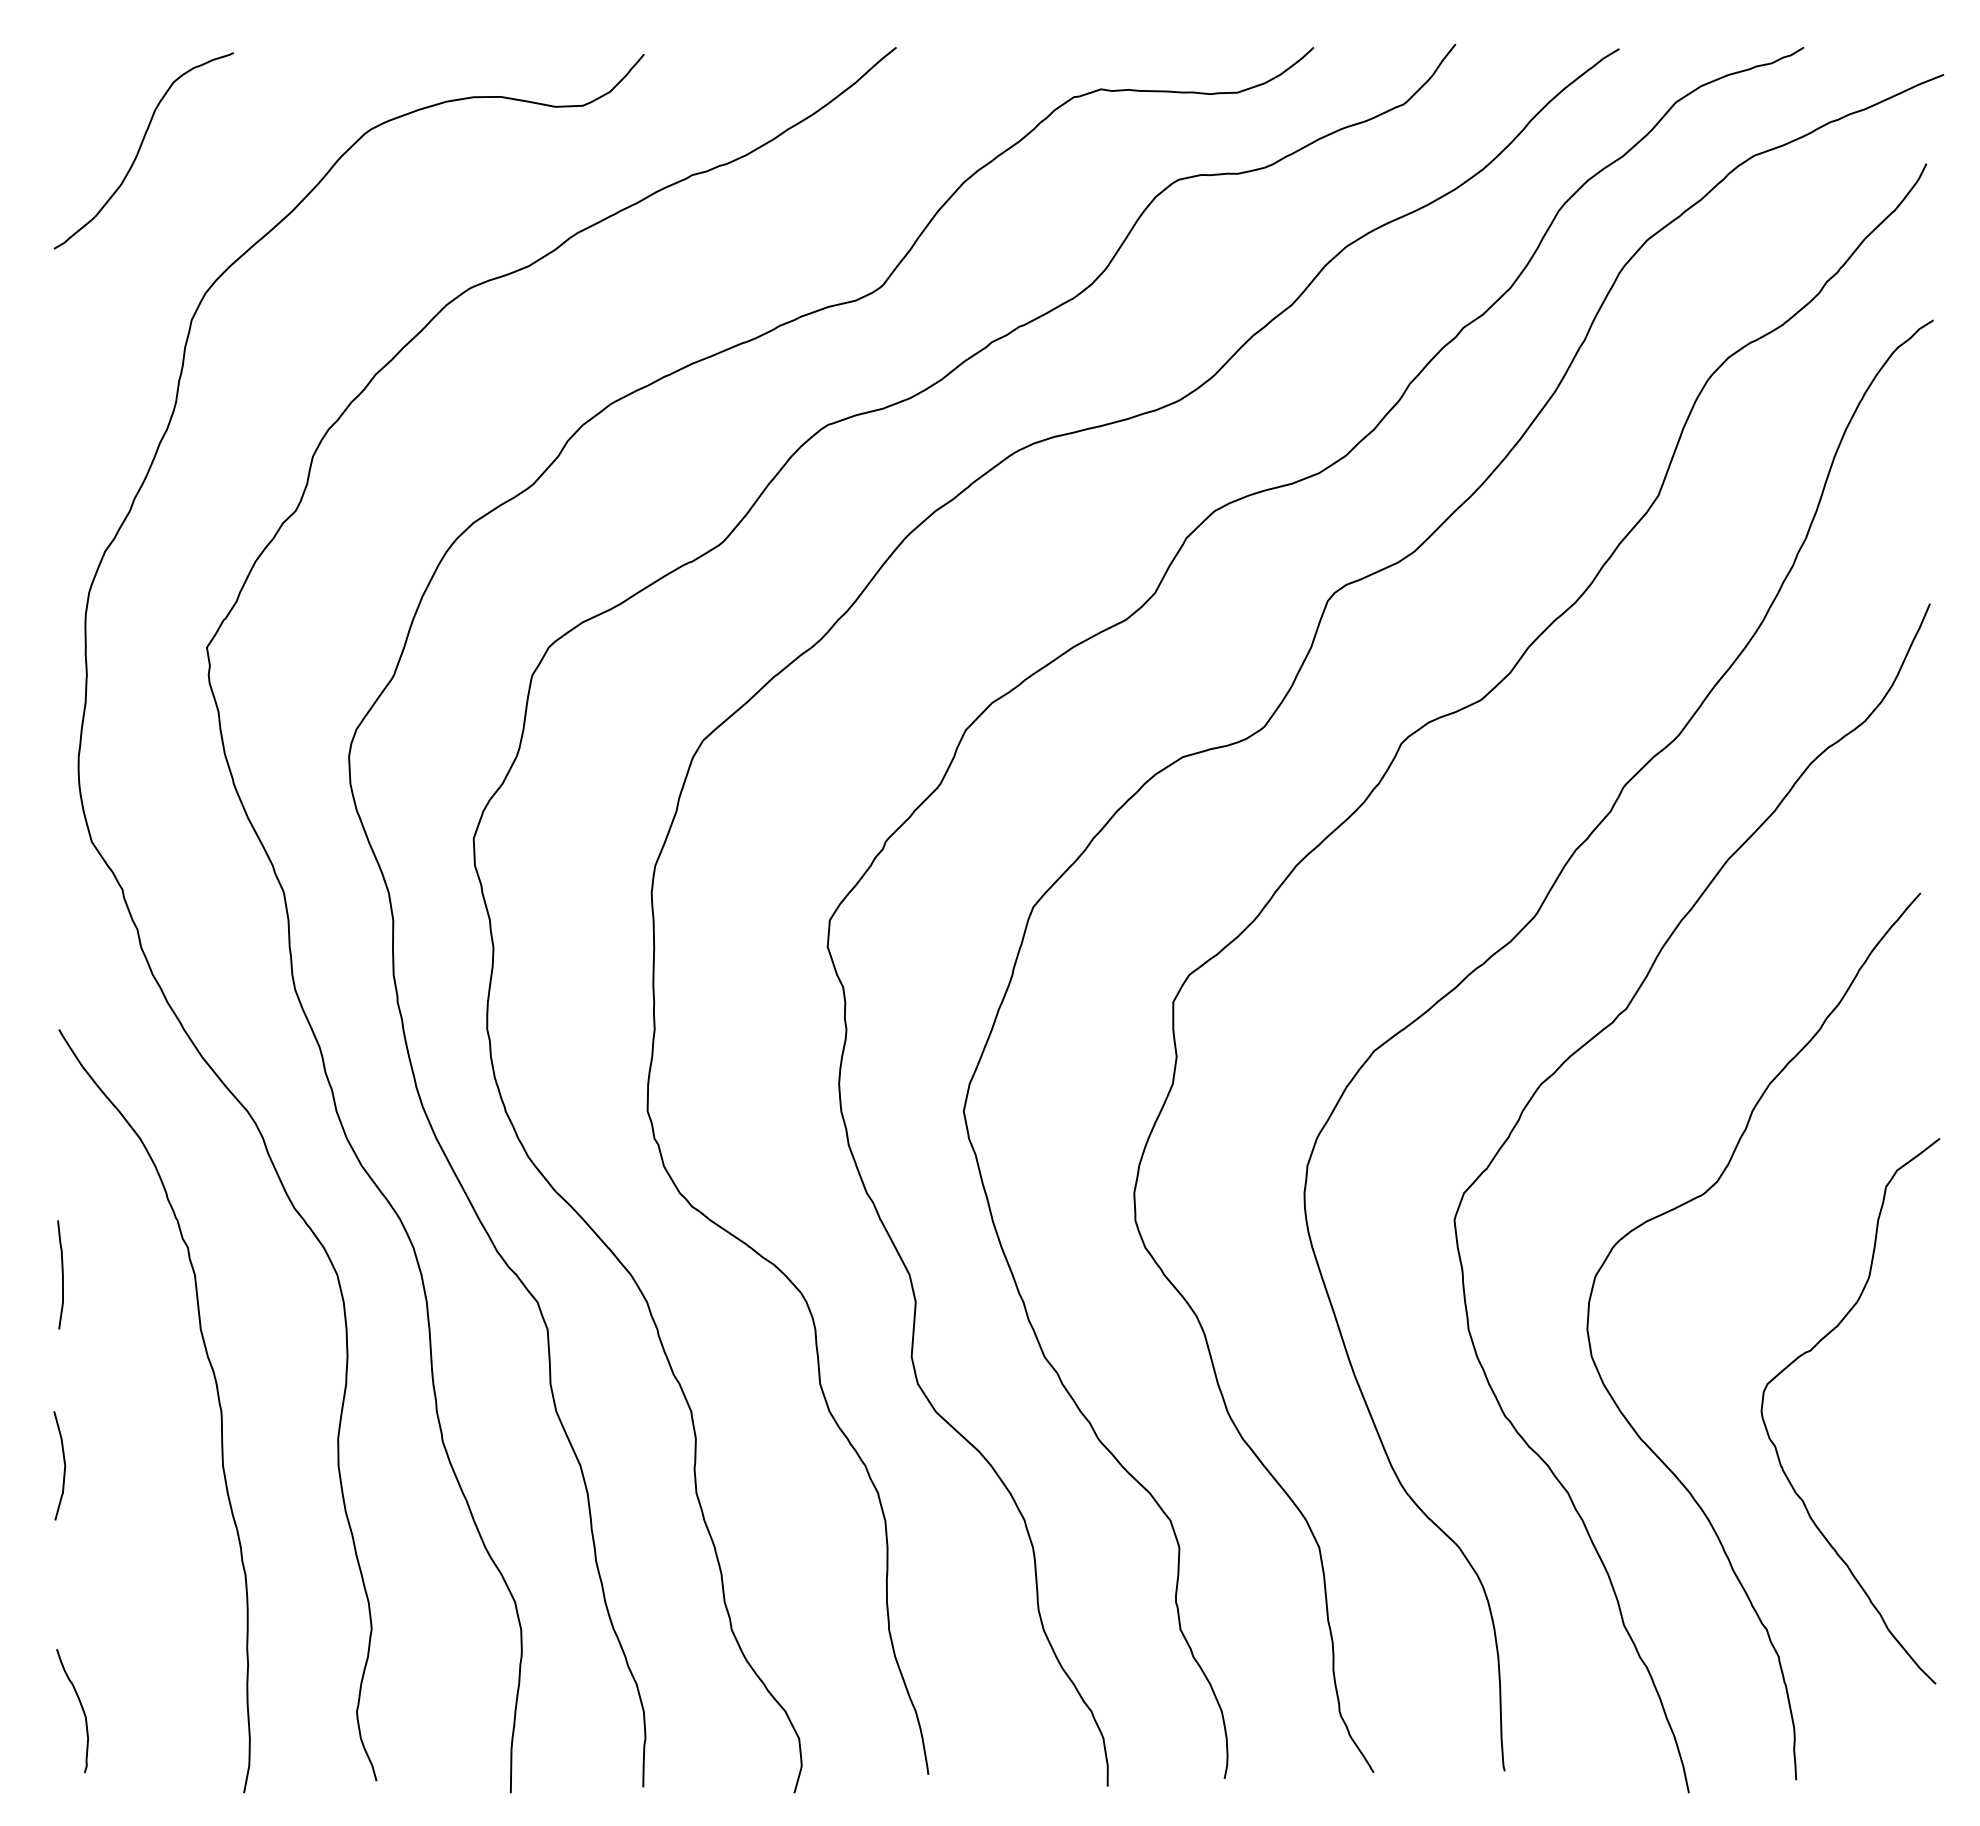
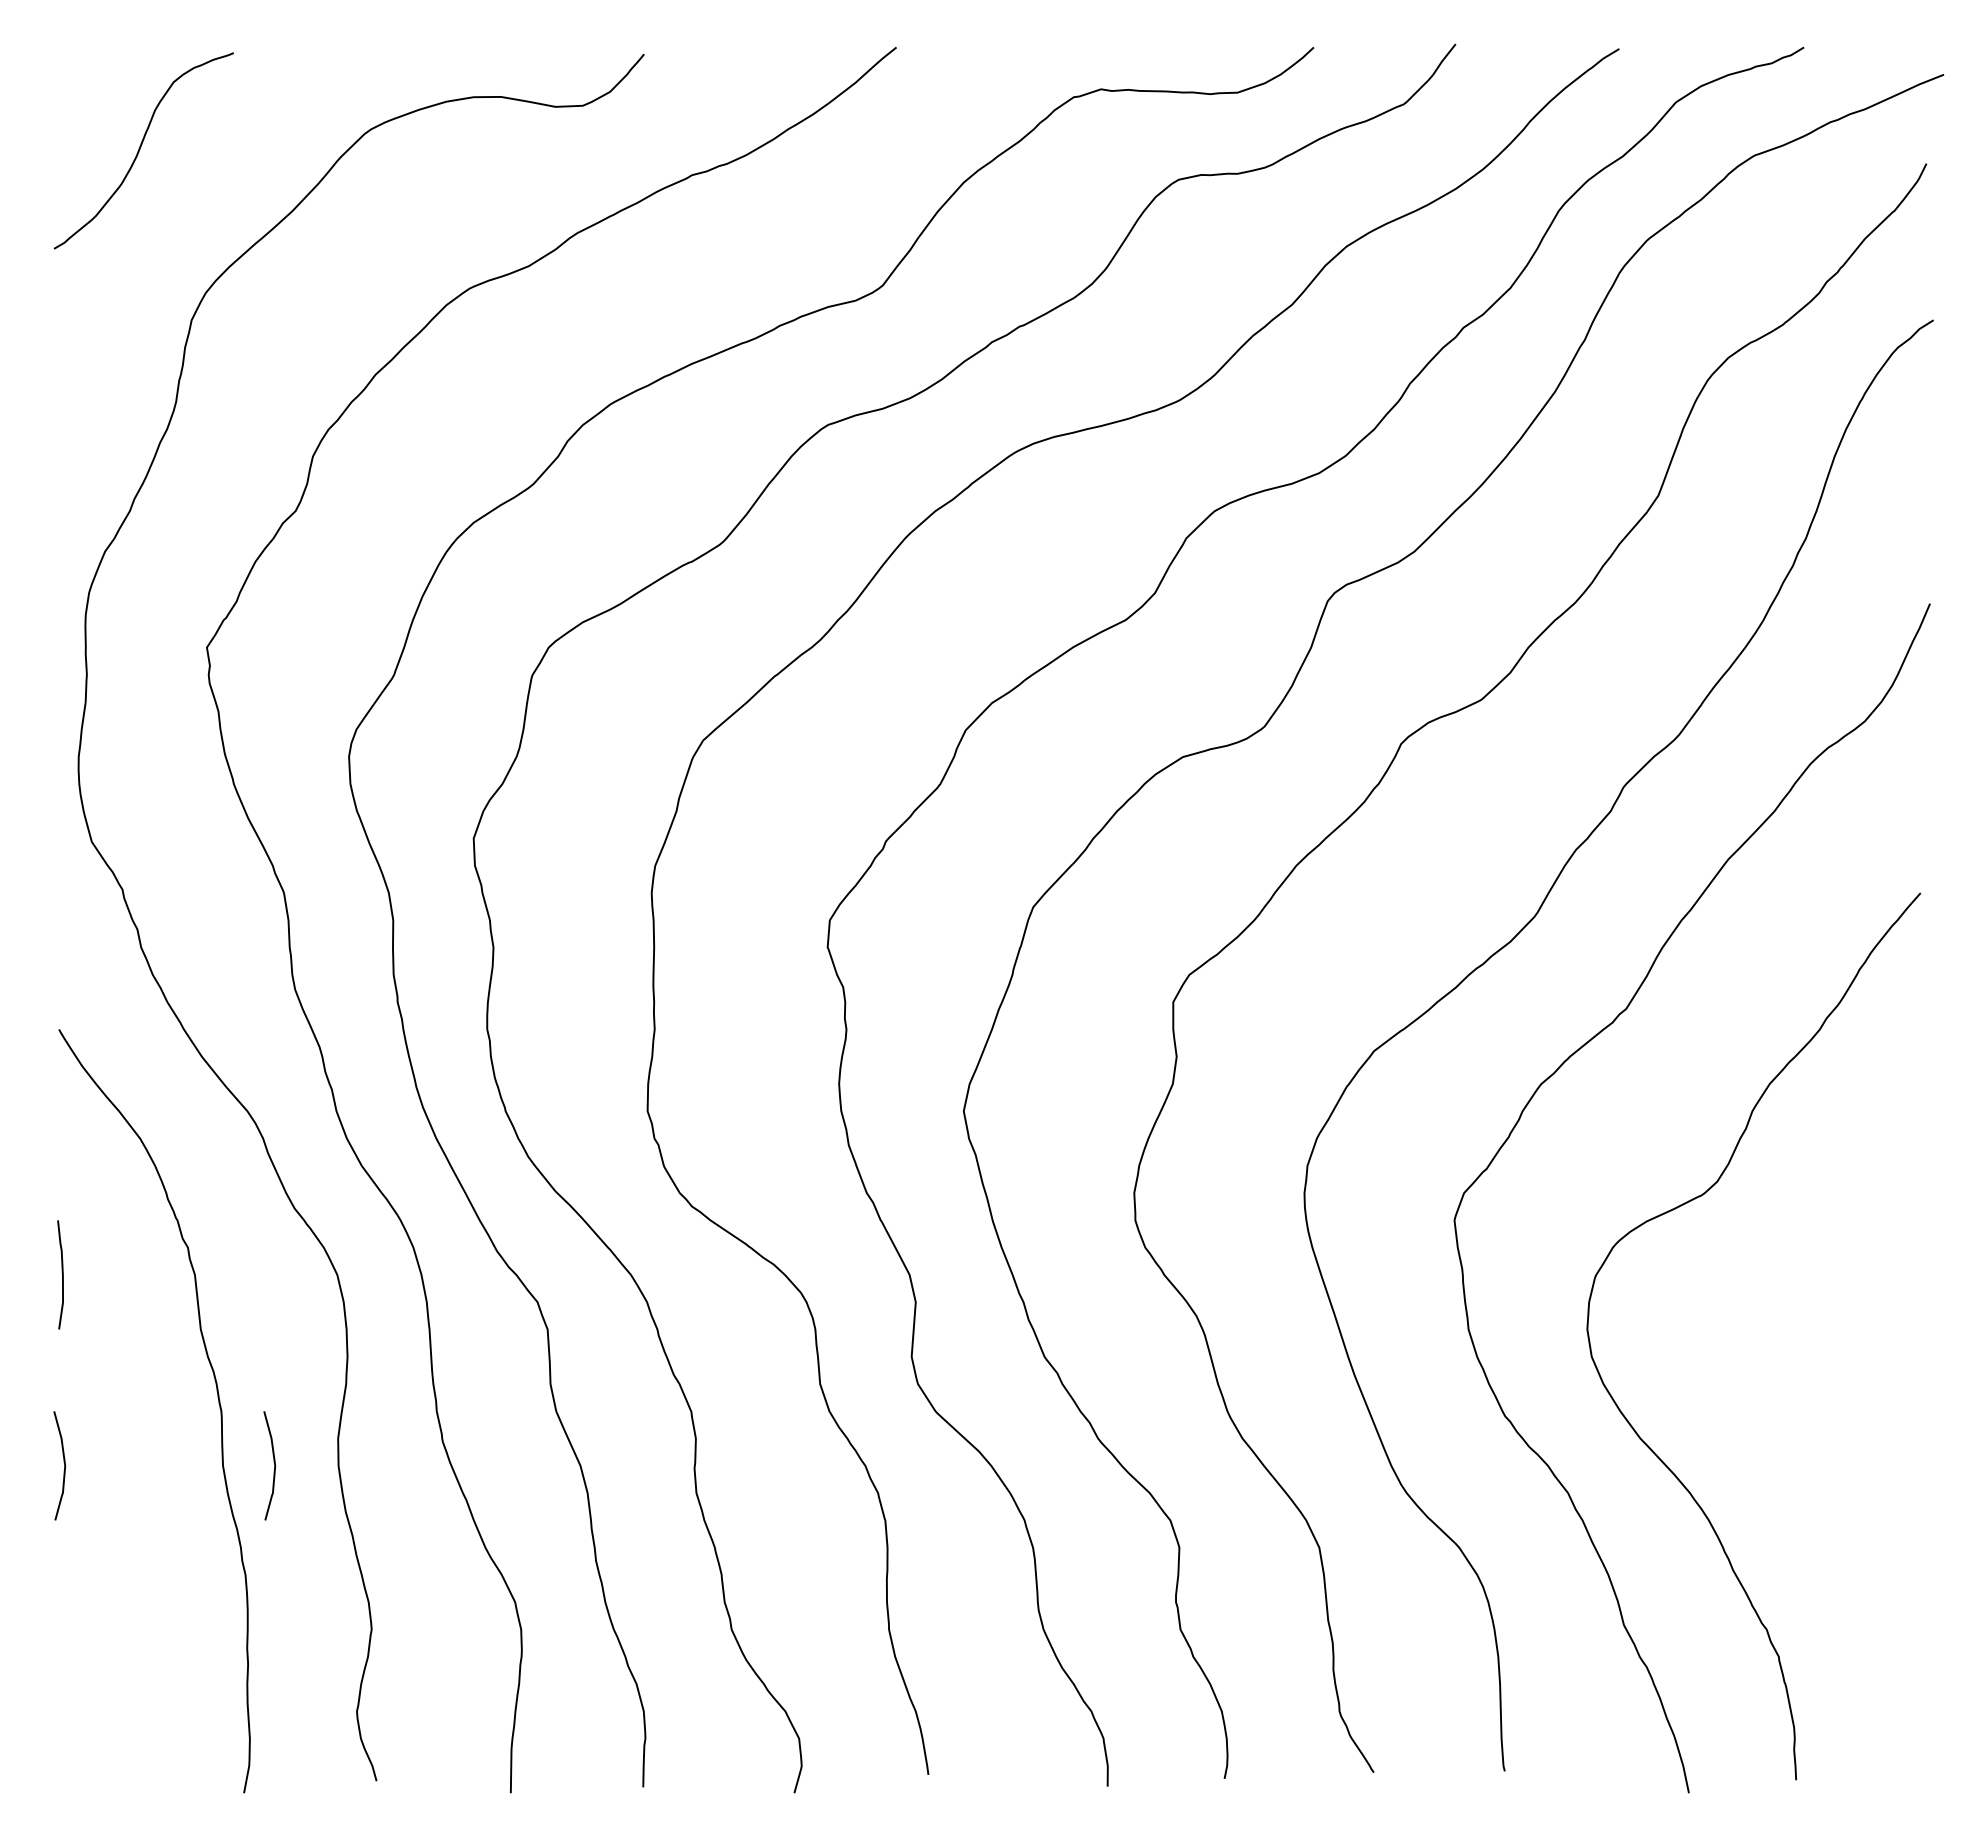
curve at (1811, 1351): present -> none
curve at (273, 1462): none -> present
curve at (81, 1708): present -> none
